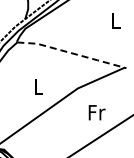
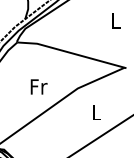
line at (72, 53): dashed -> solid
text at (38, 86): L -> Fr
text at (96, 112): Fr -> L
